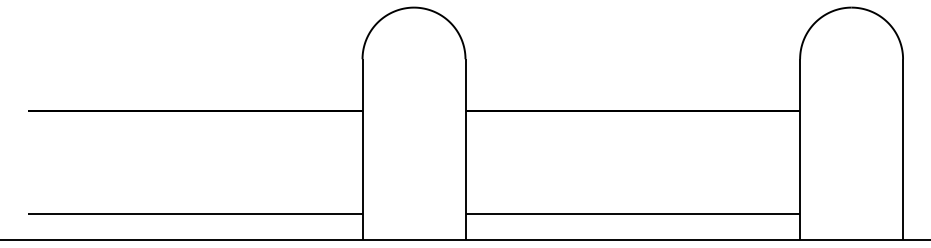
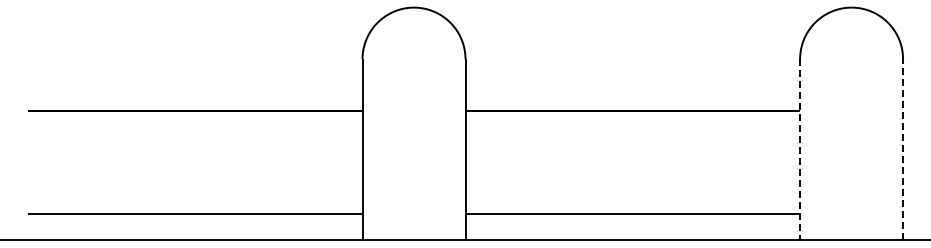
line at (800, 149): solid -> dashed
line at (903, 149): solid -> dashed
